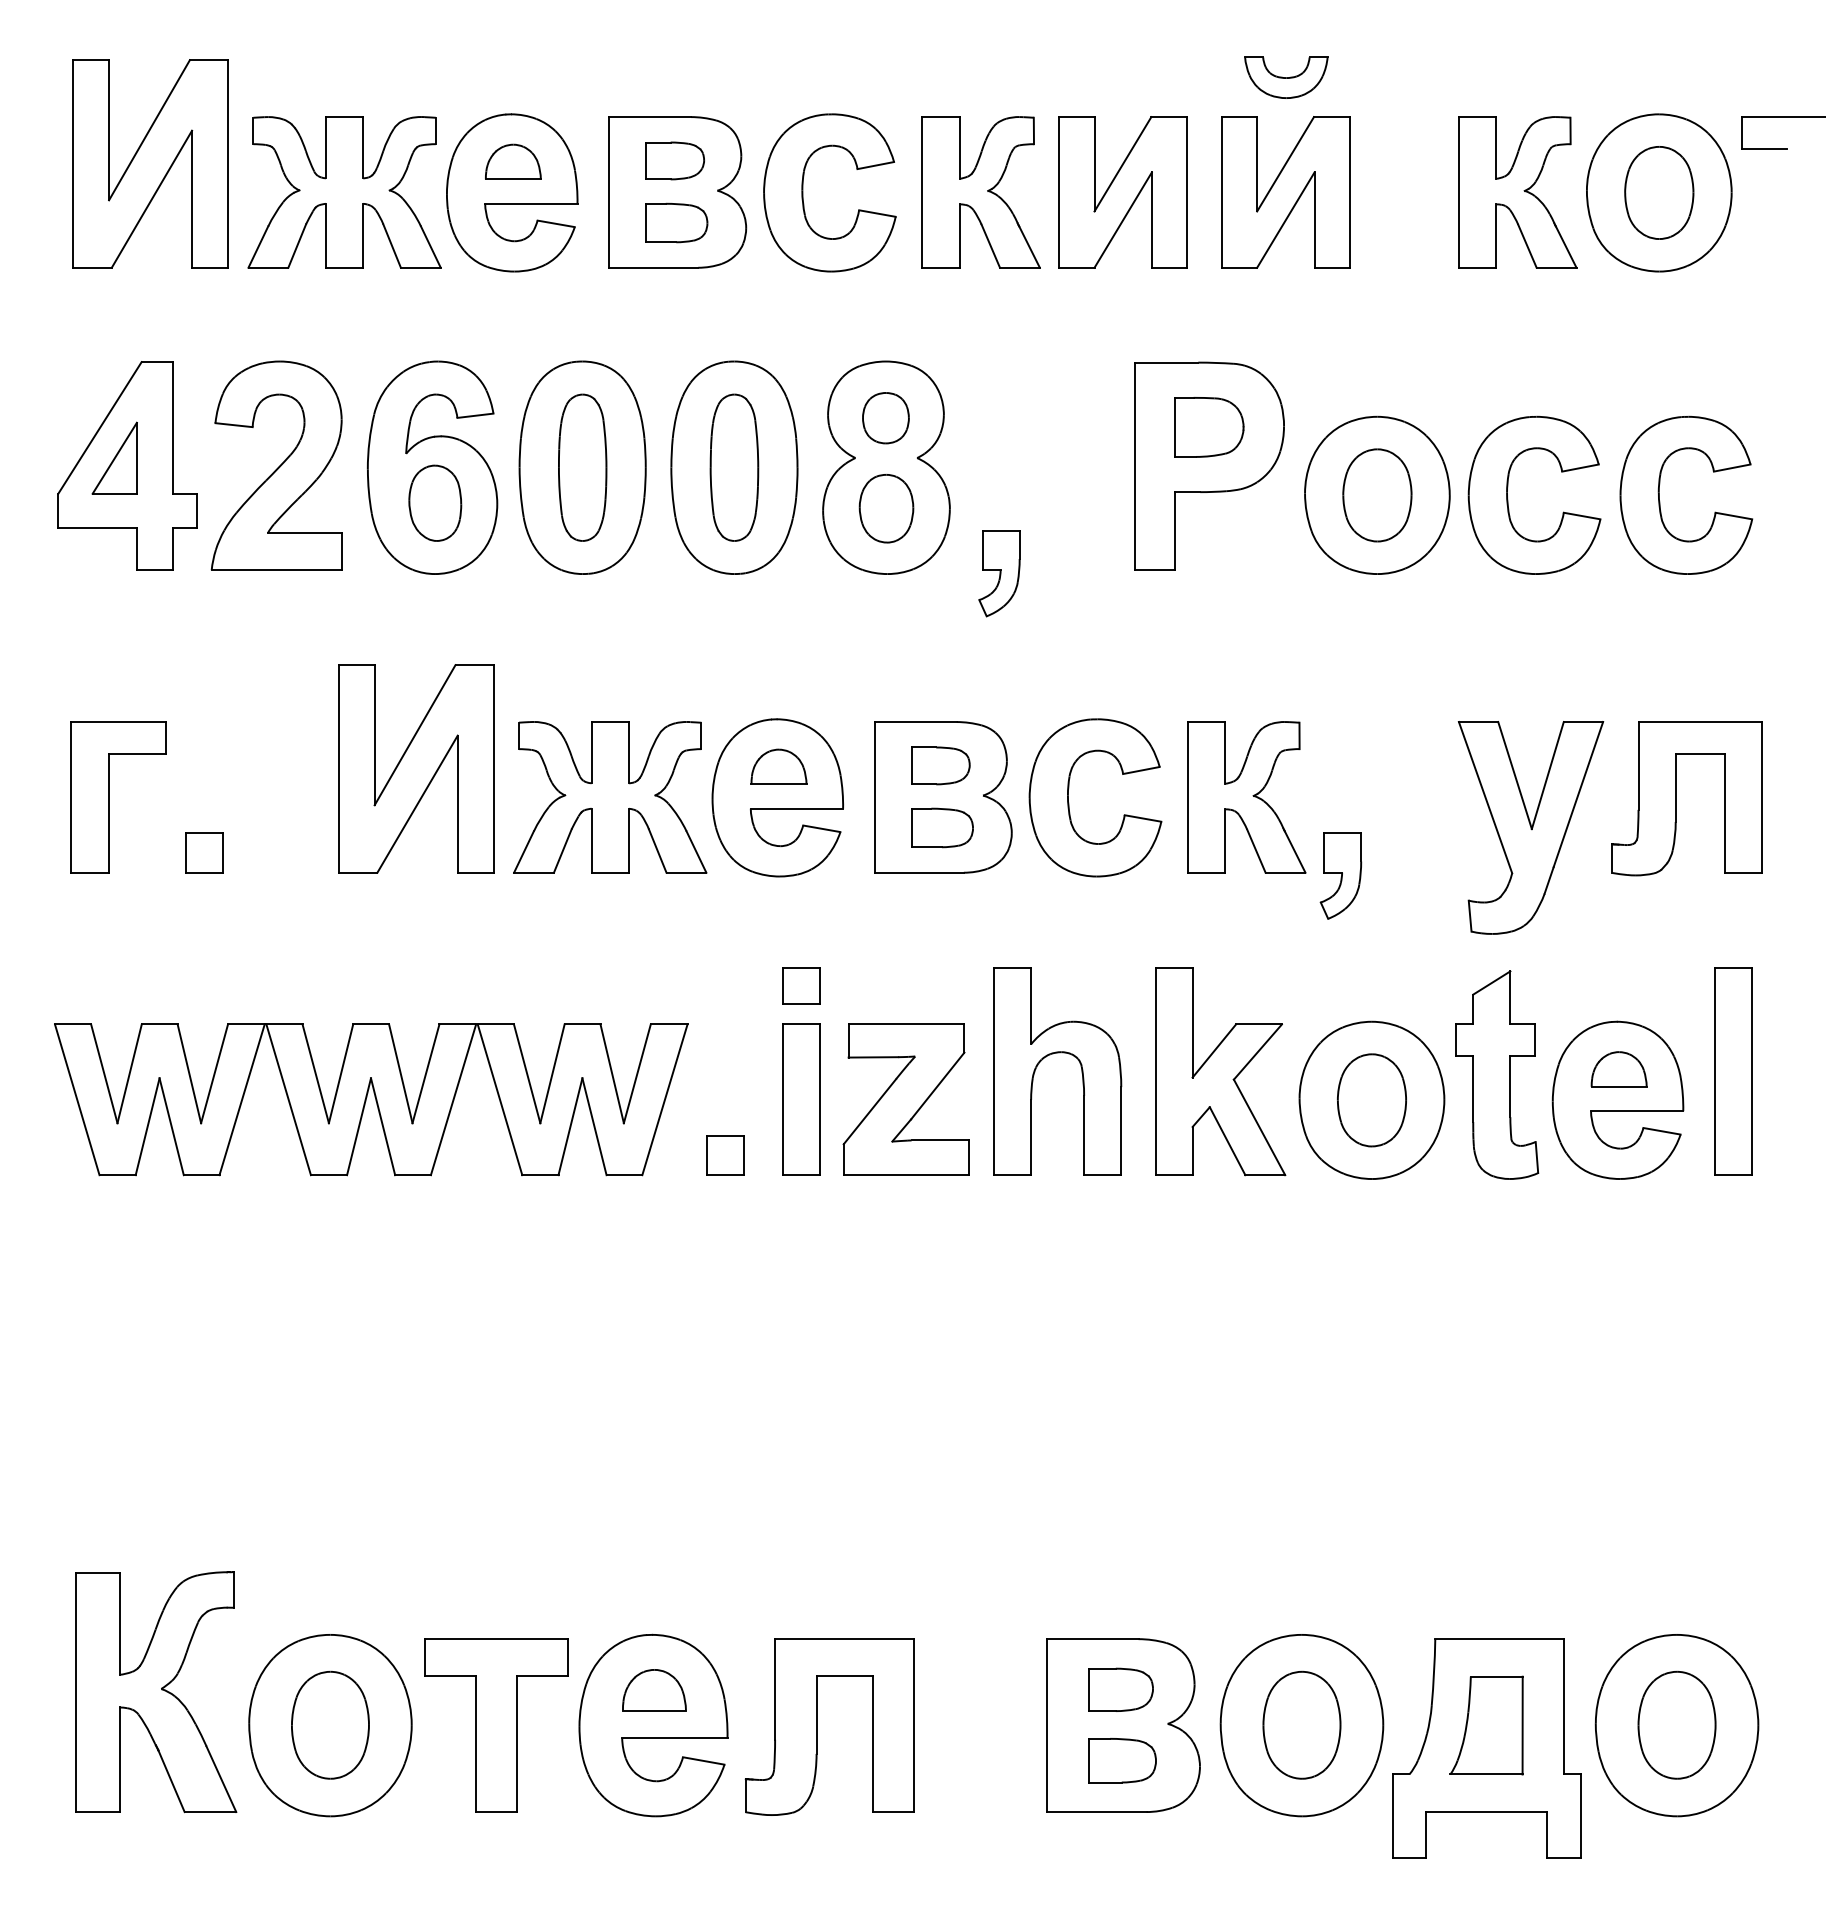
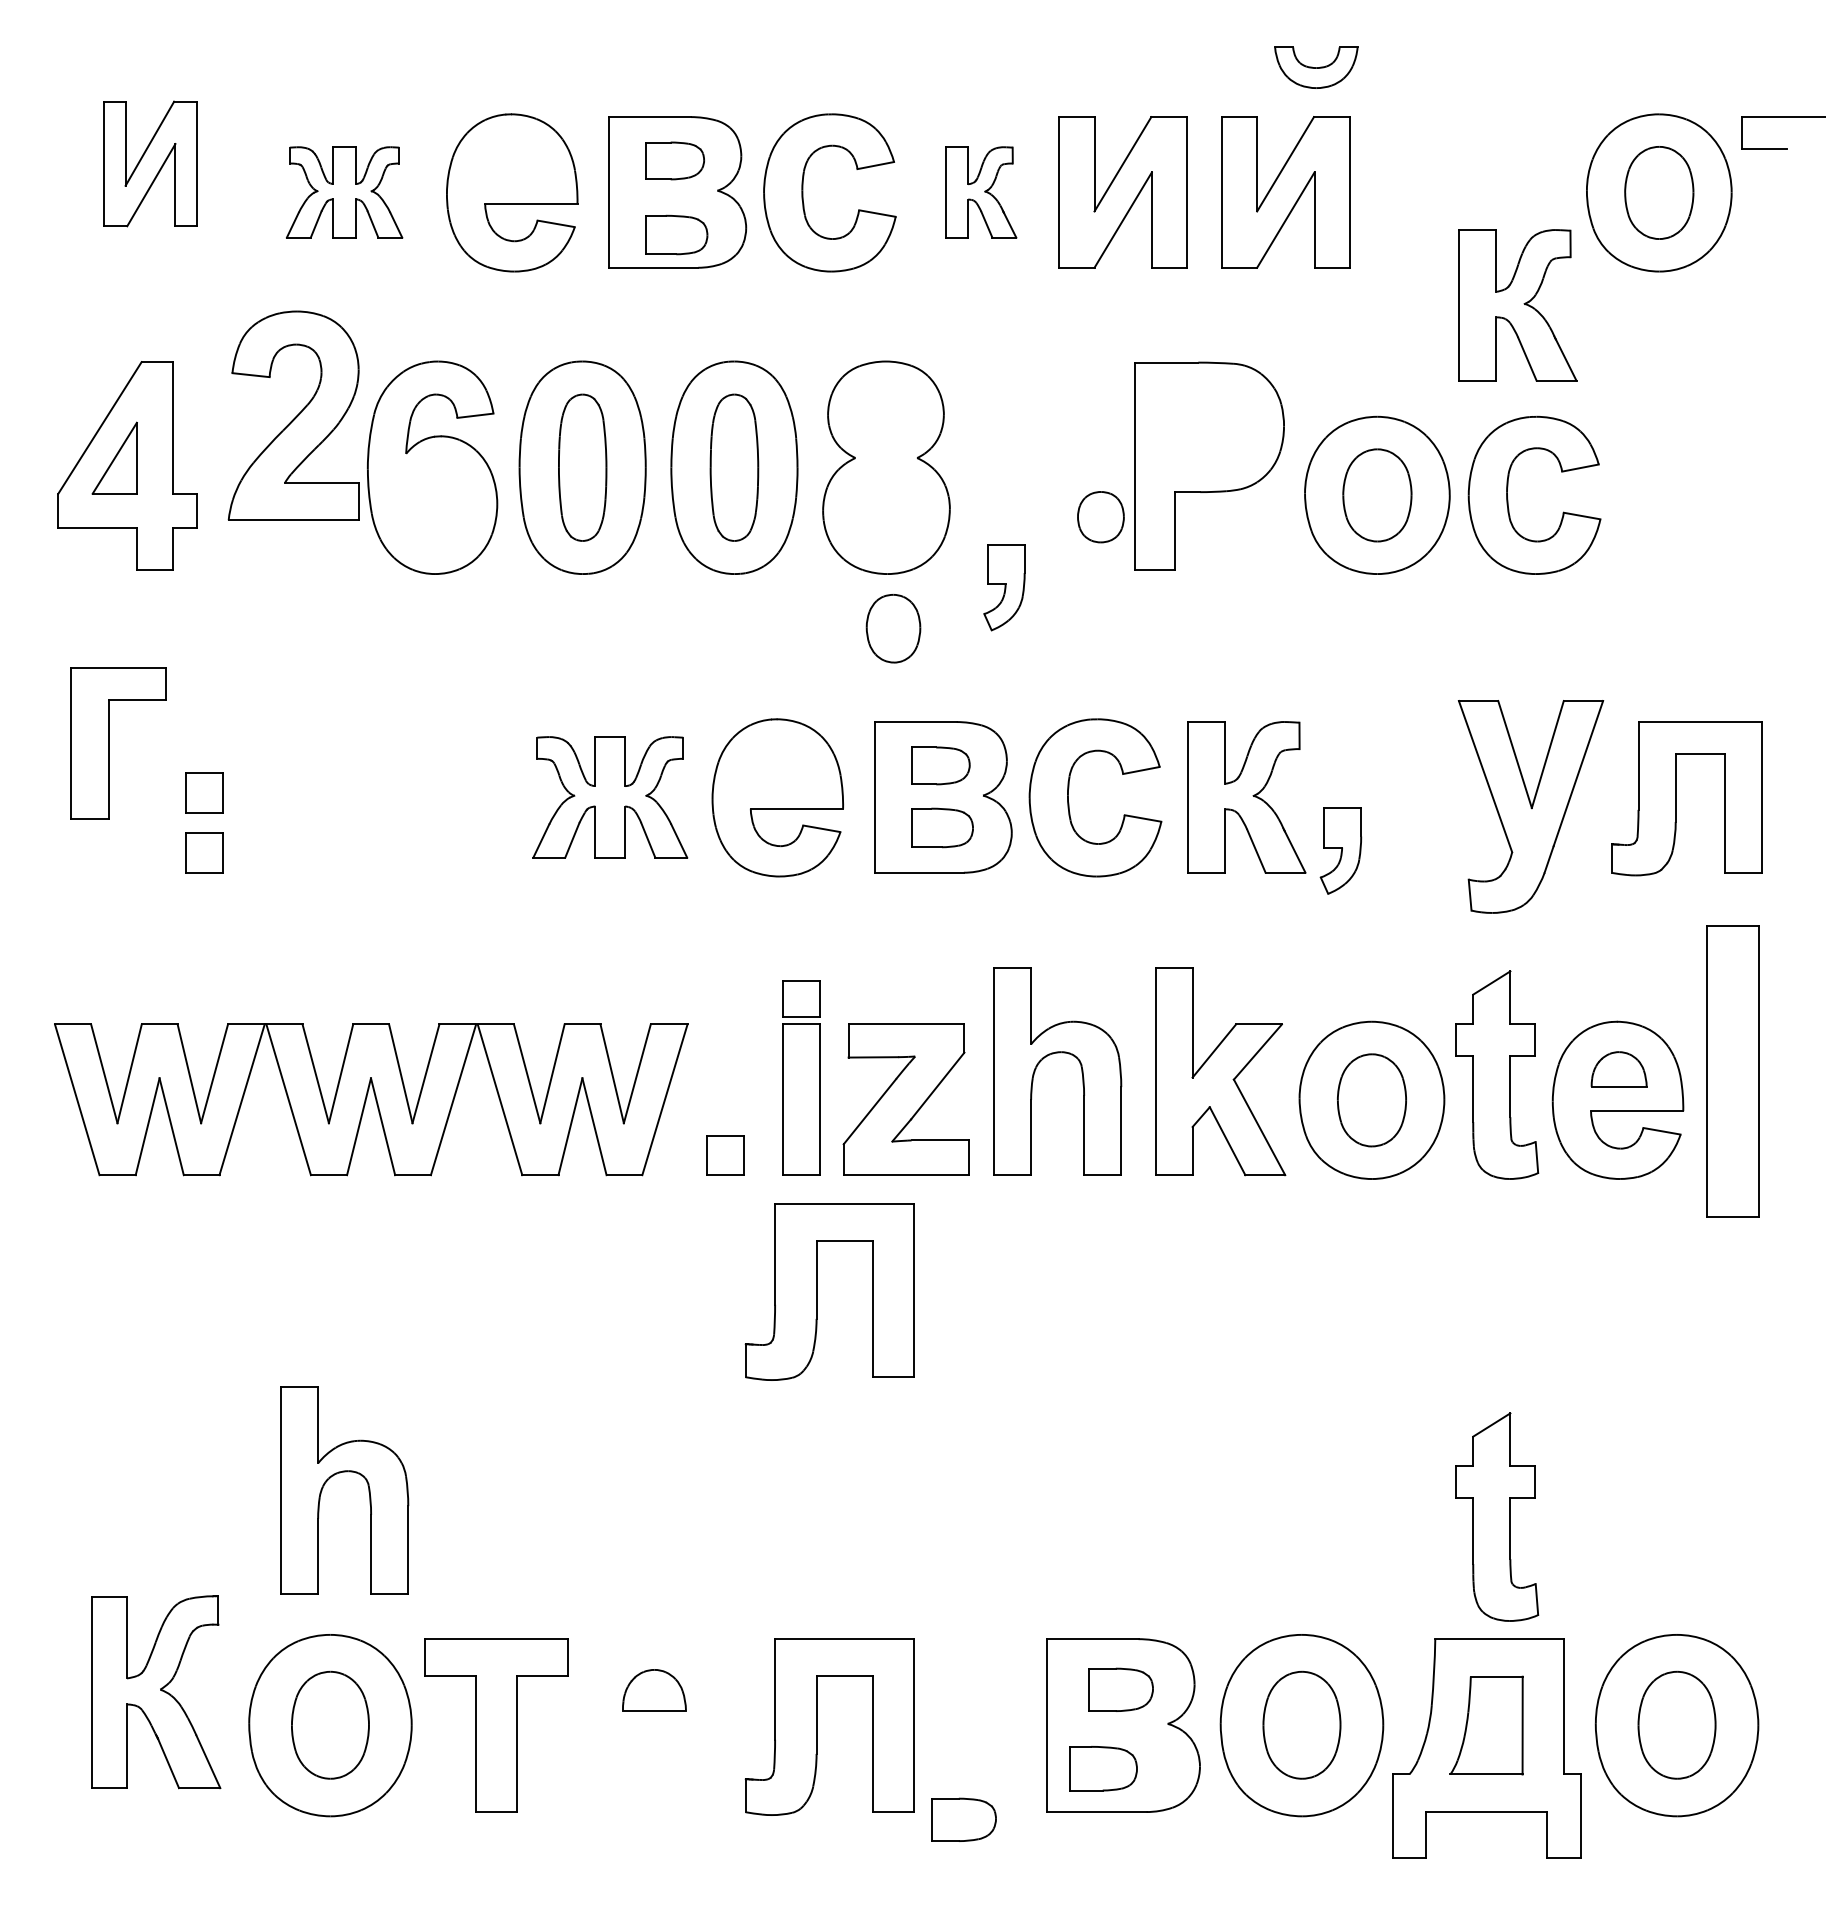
part at (1286, 77) position: (1286, 77) -> (1316, 67)
part at (513, 161): present -> none
part at (150, 163) size: 157x210 px -> 95x128 px
part at (344, 192) size: 195x153 px -> 118x93 px
part at (980, 192) size: 120x153 px -> 73x93 px
part at (1517, 192) position: (1517, 192) -> (1517, 305)
part at (676, 222) position: (676, 222) -> (676, 234)
part at (885, 418) position: (885, 418) -> (1100, 517)
part at (1209, 427): present -> none
part at (276, 465) position: (276, 465) -> (293, 415)
part at (1660, 501): present -> none
part at (435, 502): present -> none
part at (886, 508) position: (886, 508) -> (893, 628)
part at (999, 573) position: (999, 573) -> (1004, 587)
part at (778, 766): present -> none
part at (416, 768): present -> none
part at (204, 792): none -> present
part at (109, 797) position: (109, 797) -> (109, 743)
part at (610, 797) size: 195x153 px -> 157x123 px
part at (1530, 827) position: (1530, 827) -> (1530, 806)
part at (1340, 875) position: (1340, 875) -> (1340, 850)
part at (801, 985) position: (801, 985) -> (801, 998)
part at (1733, 1071) size: 39x209 px -> 54x293 px
part at (817, 1291): none -> present
part at (340, 1473): none -> present
part at (1497, 1516): none -> present
part at (156, 1692) size: 163x243 px -> 131x195 px
part at (653, 1725): present -> none
part at (1122, 1760) position: (1122, 1760) -> (1103, 1768)
part at (963, 1819): none -> present
